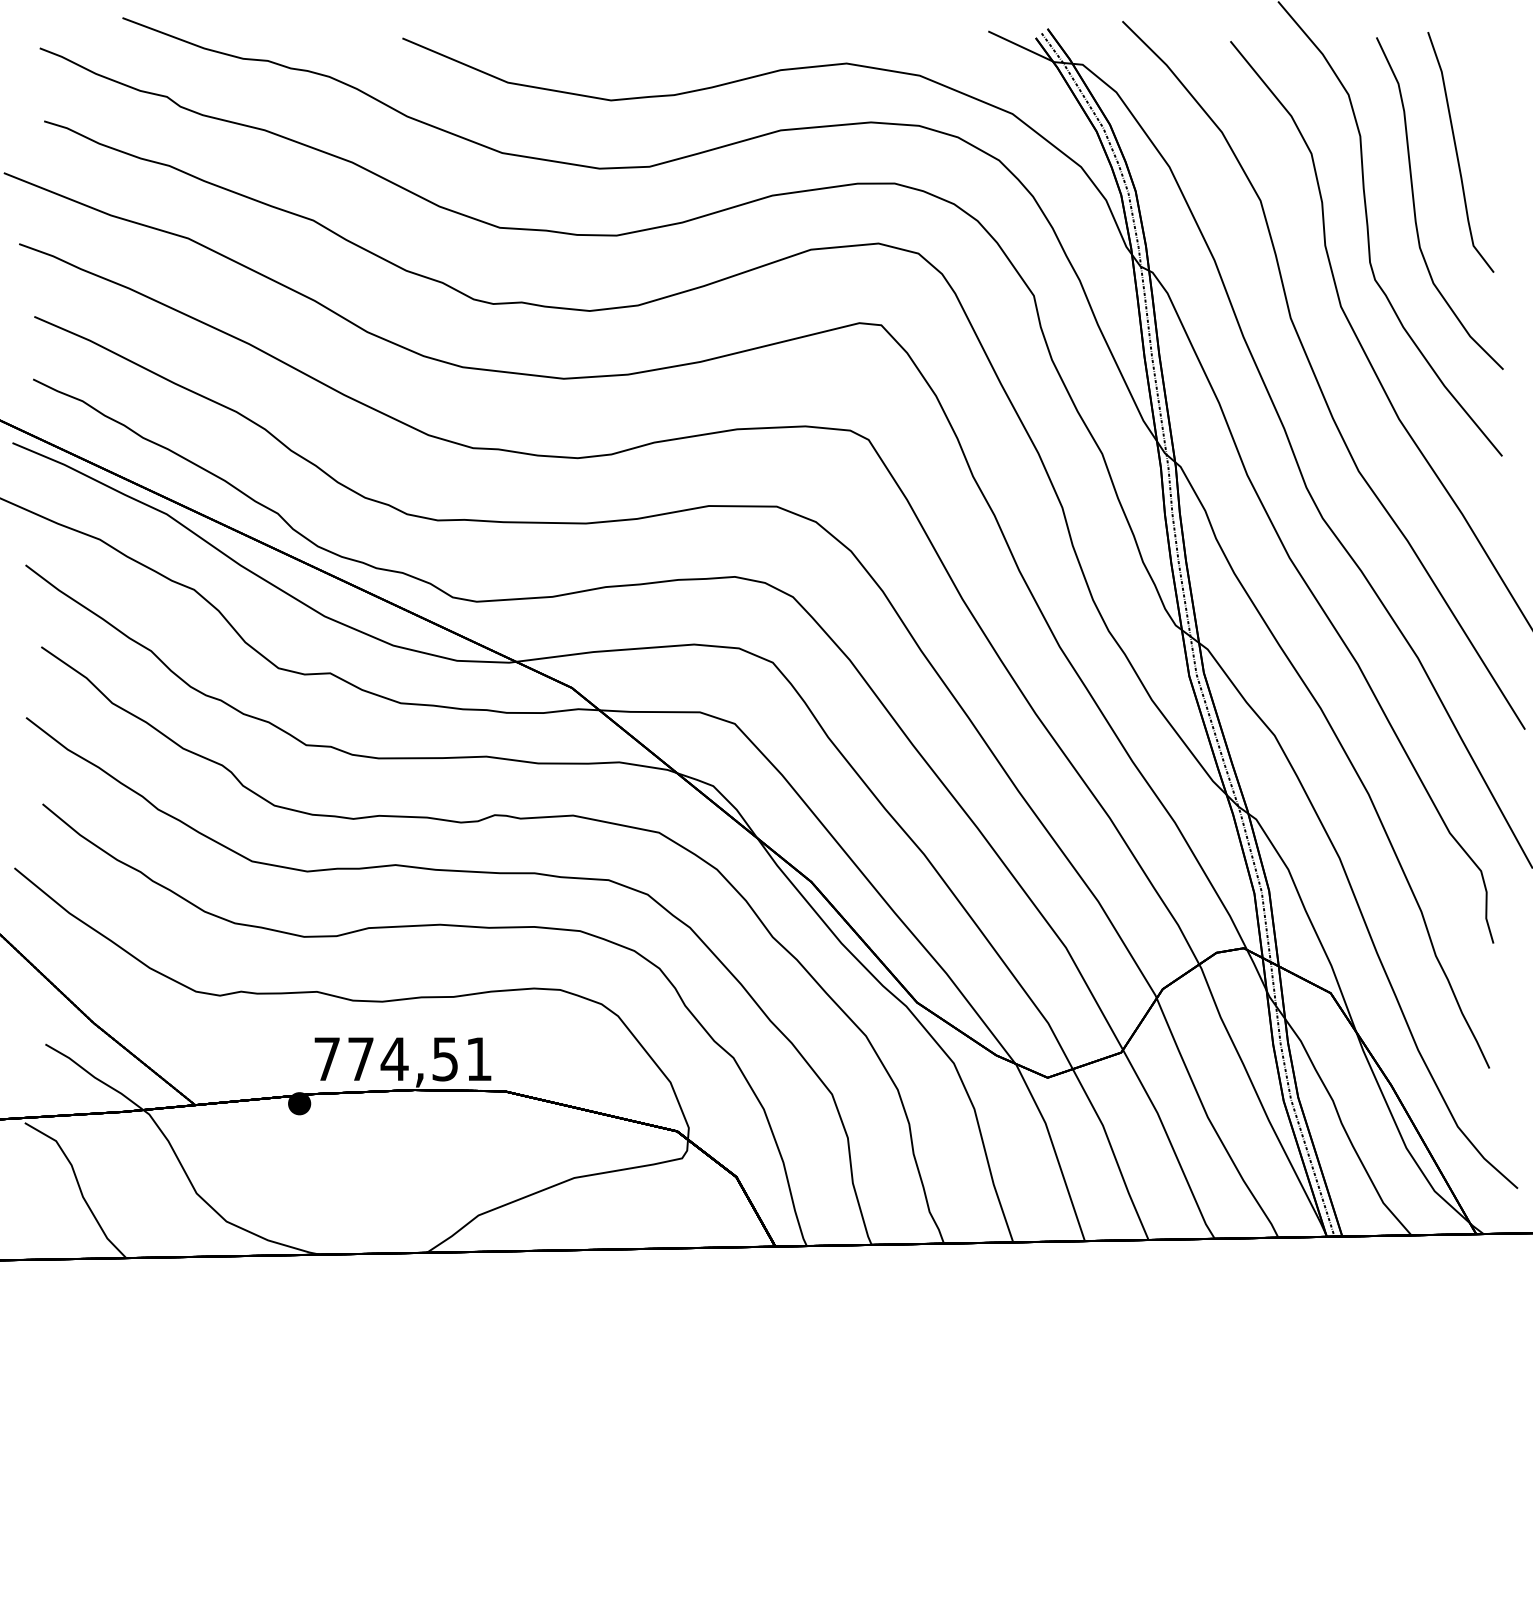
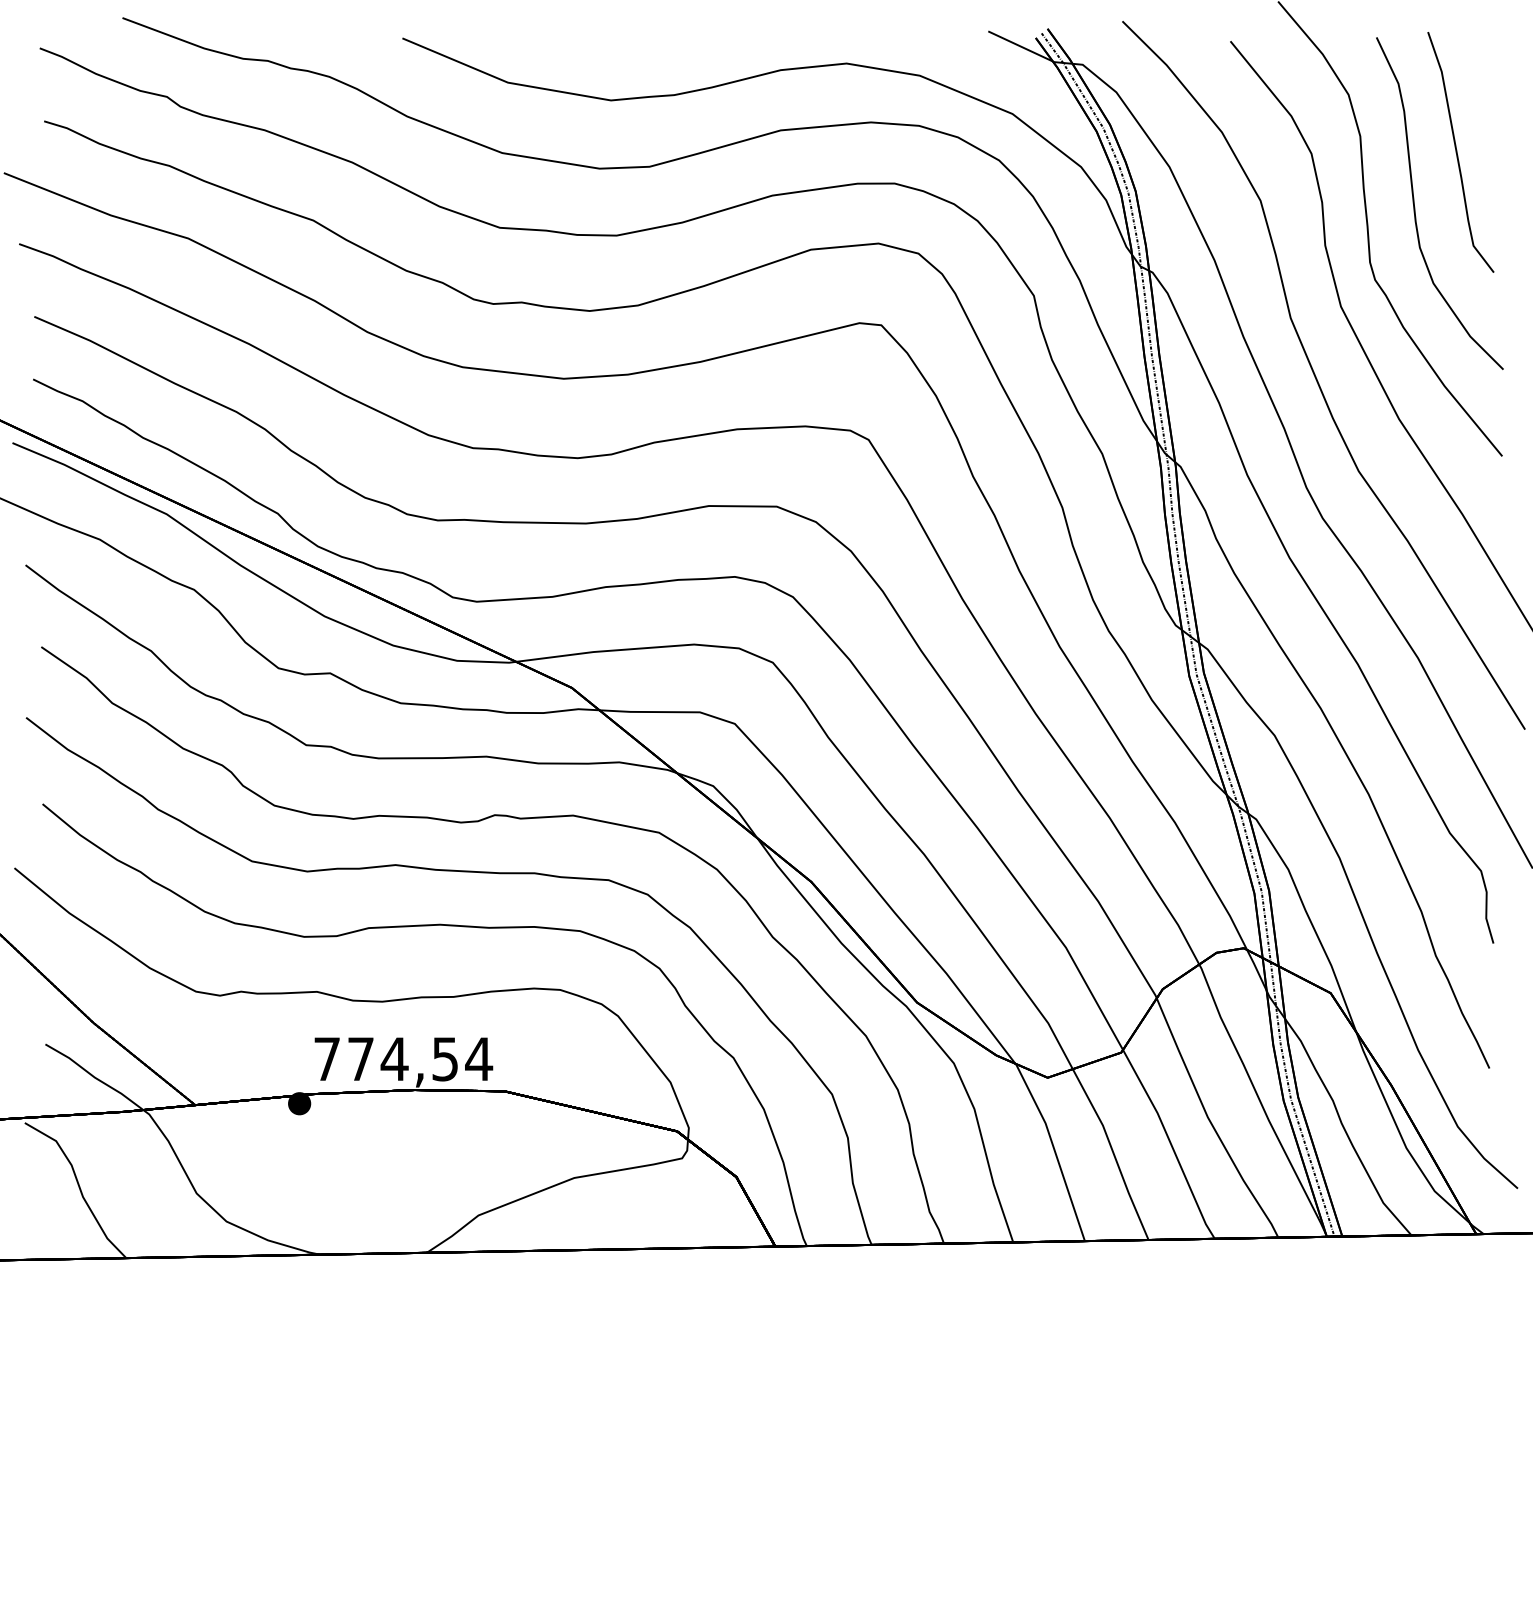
text at (479, 1058): 774,51 -> 774,54
